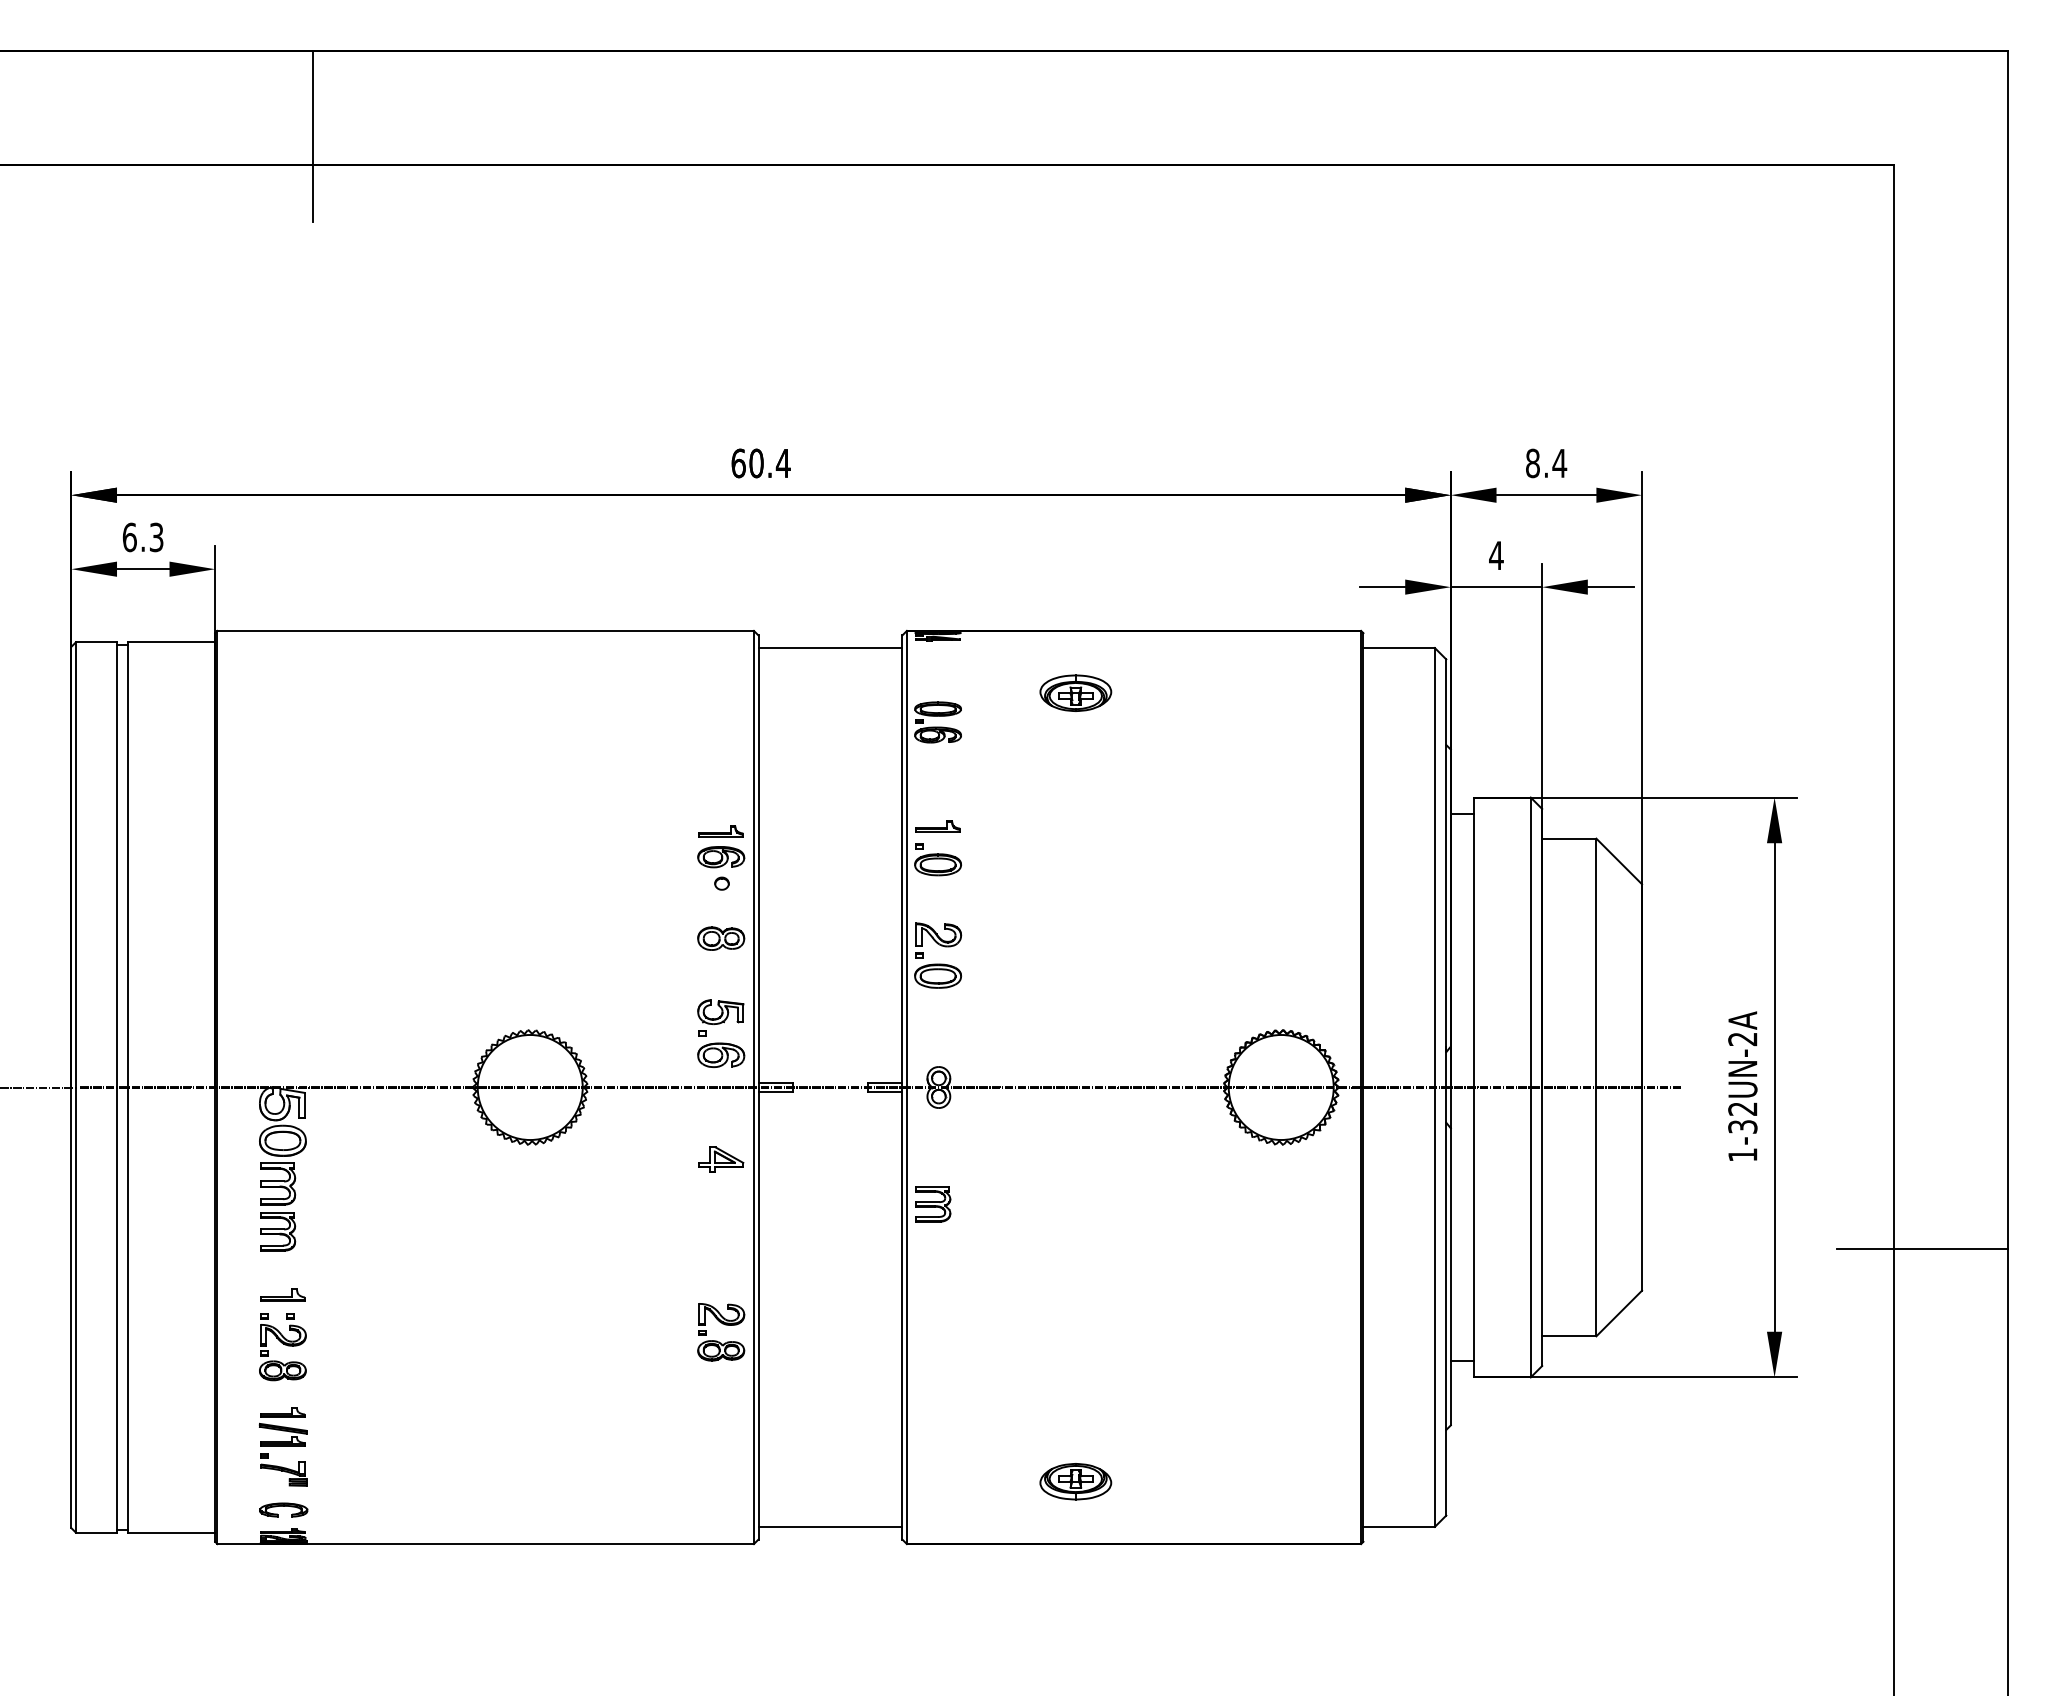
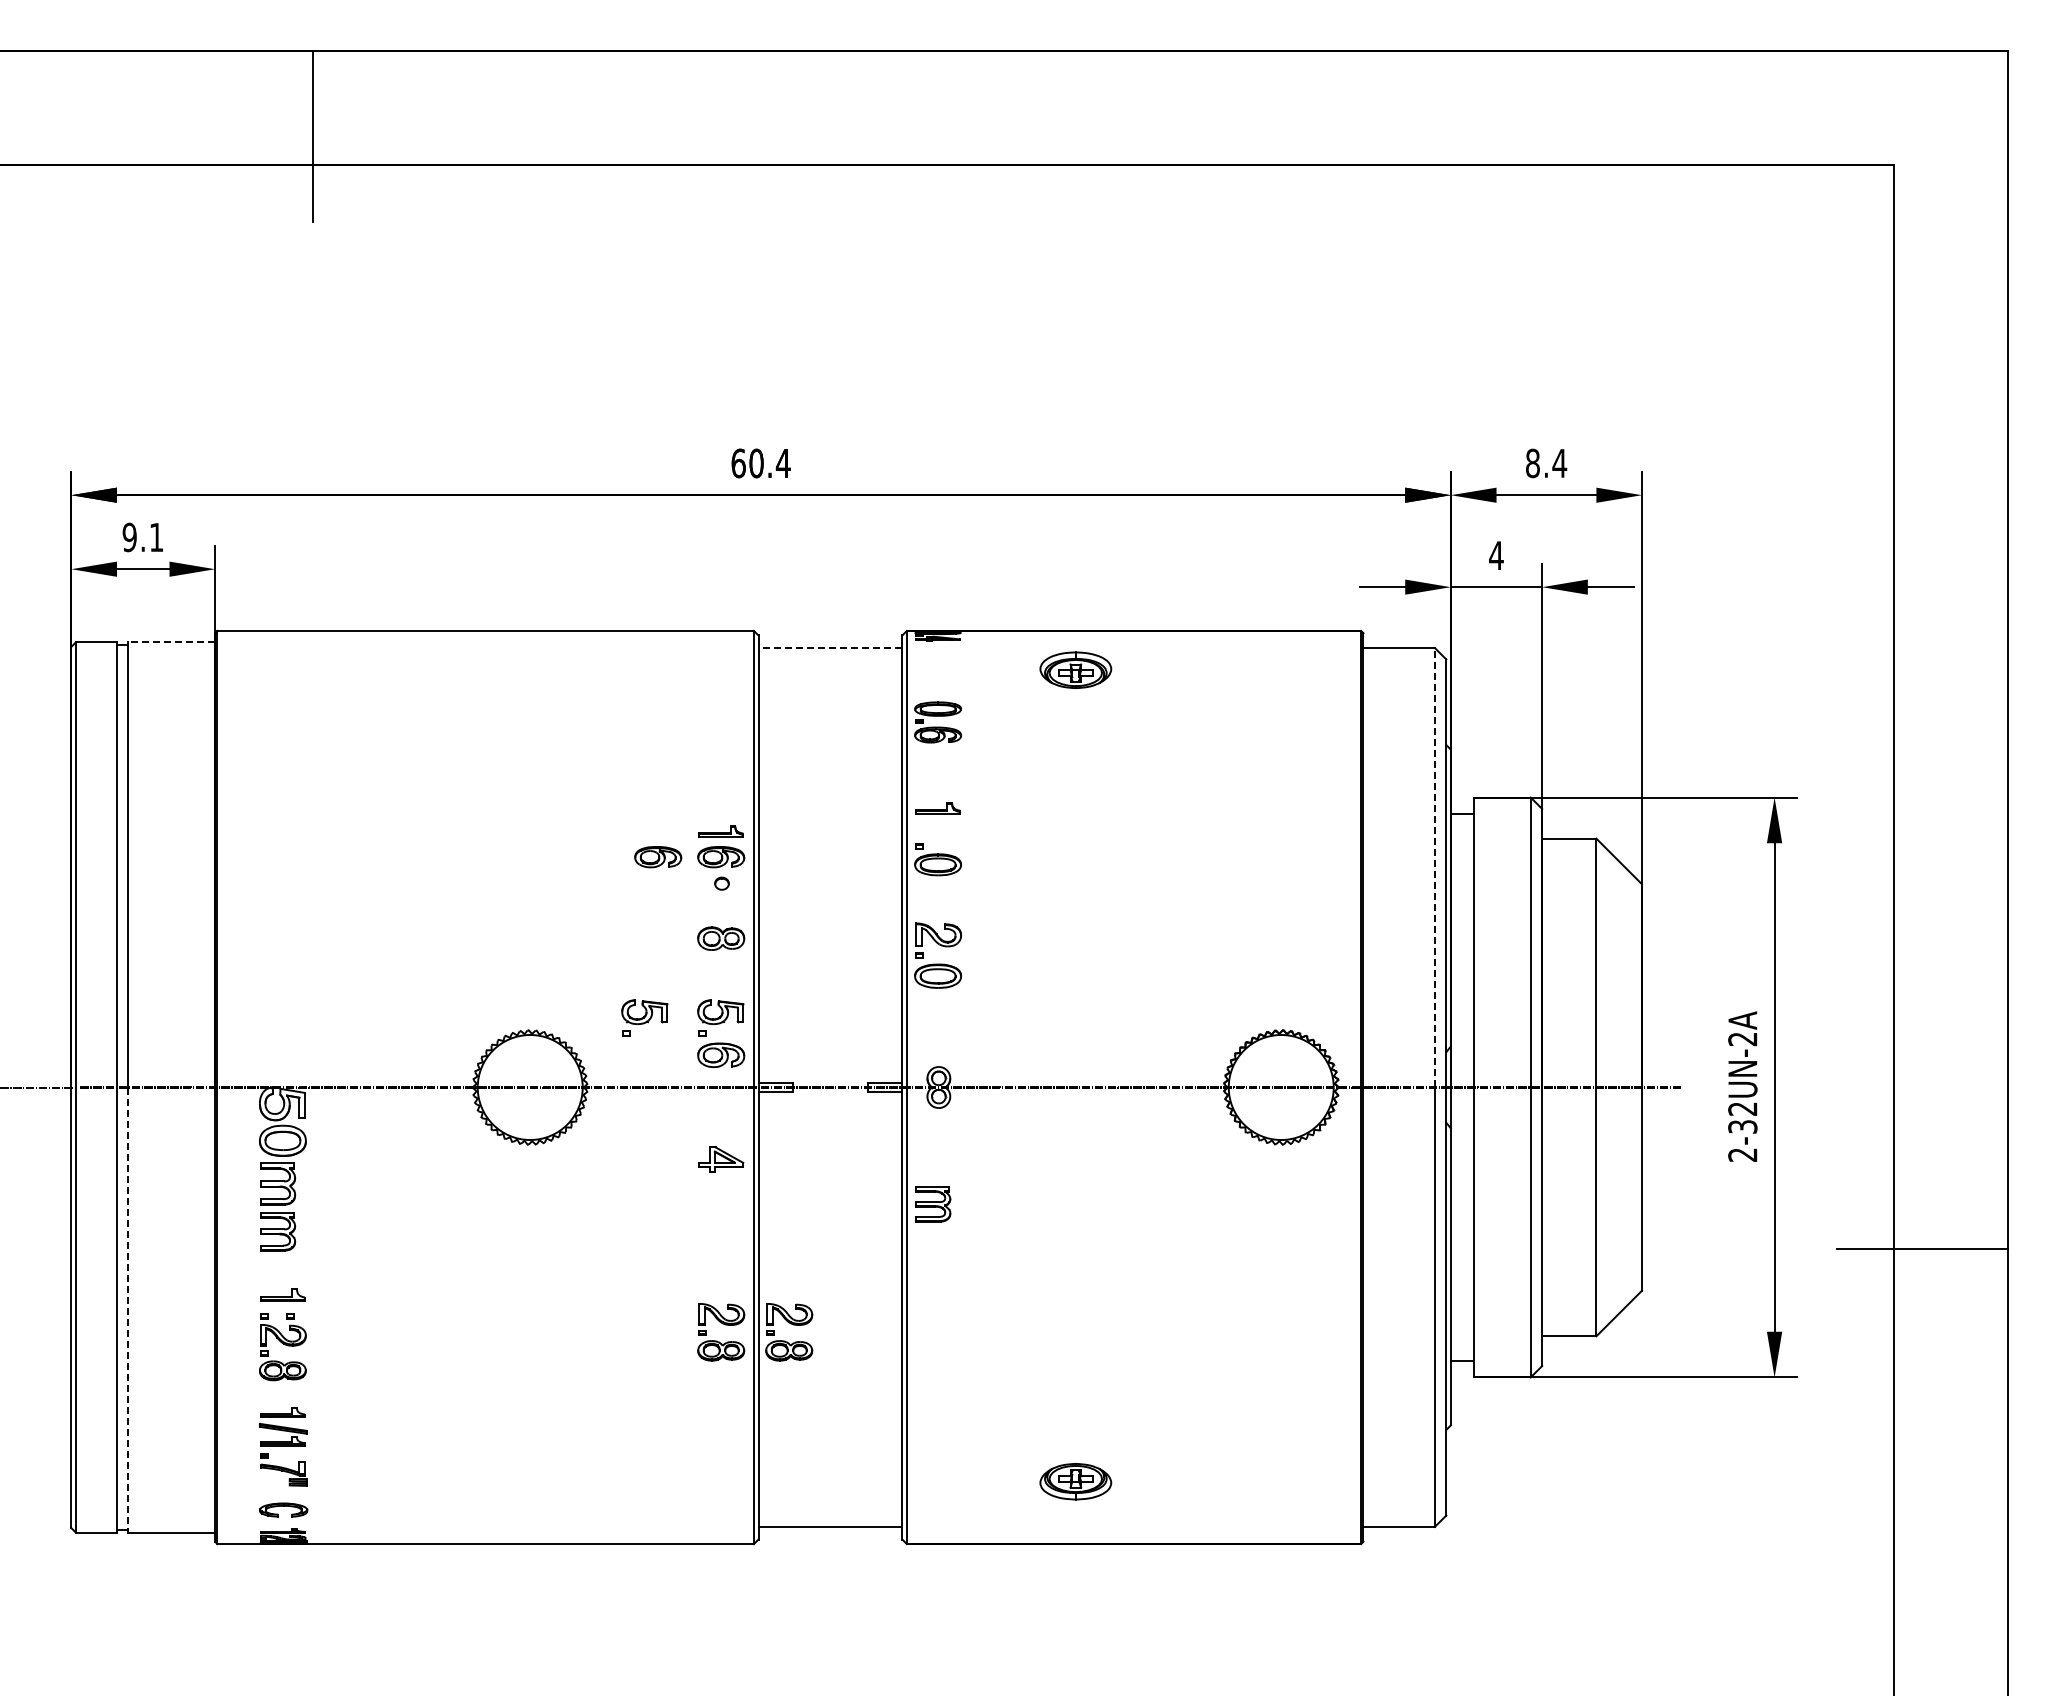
text at (142, 537): 6.3 -> 9.1
line at (171, 642): solid -> dashed
line at (830, 648): solid -> dashed
part at (1075, 692) position: (1075, 692) -> (1075, 669)
part at (937, 826) position: (937, 826) -> (937, 808)
part at (658, 857): none -> present
line at (1434, 867): solid -> dashed
part at (644, 1017): none -> present
text at (1742, 1154): 1-32UN-2A -> 2-32UN-2A
line at (128, 1310): solid -> dashed
part at (790, 1324): none -> present
